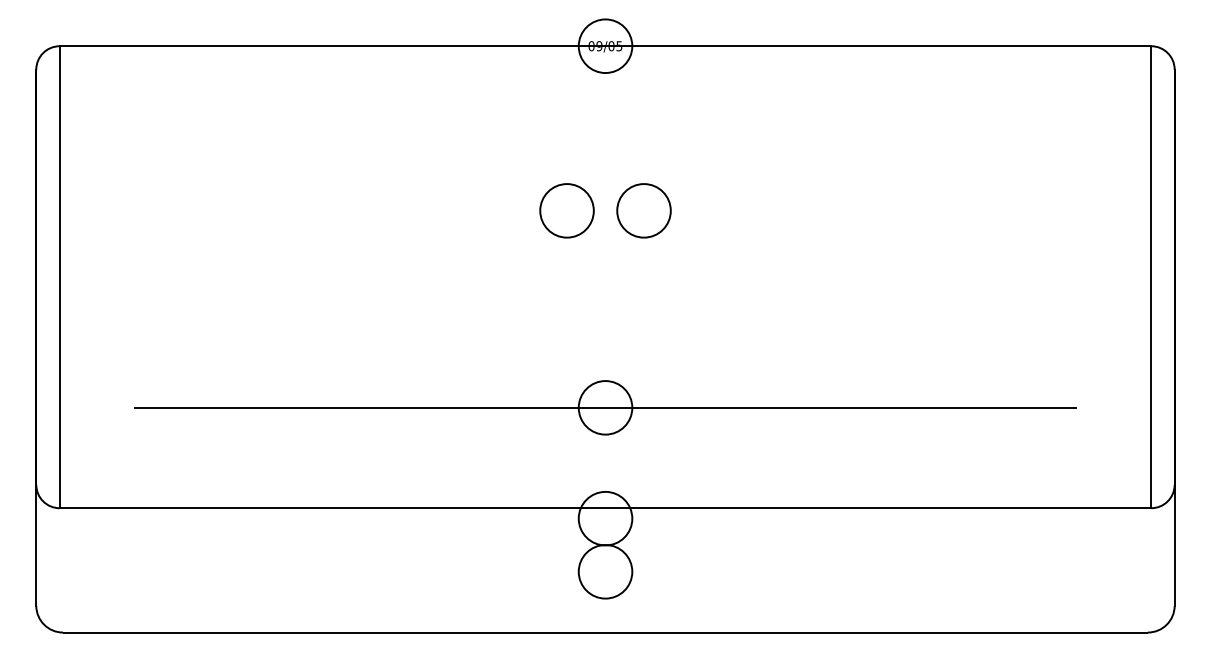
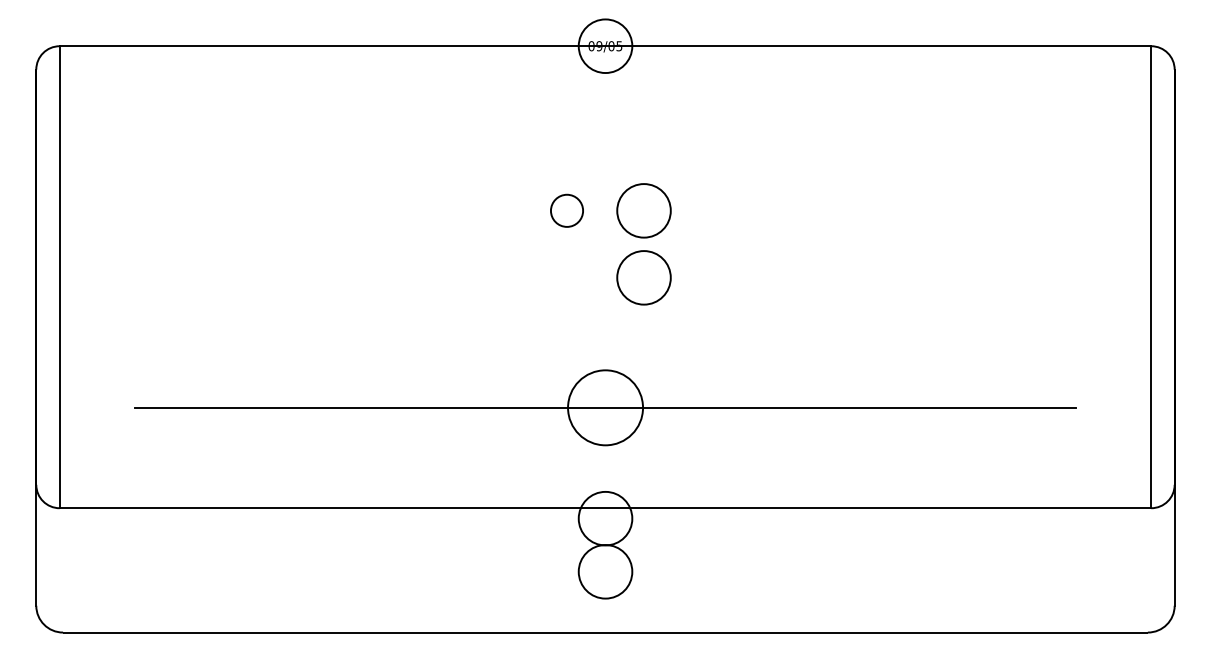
circle at (566, 210) diameter: 54 px -> 32 px
circle at (643, 277): none -> present
circle at (605, 407) diameter: 54 px -> 75 px
